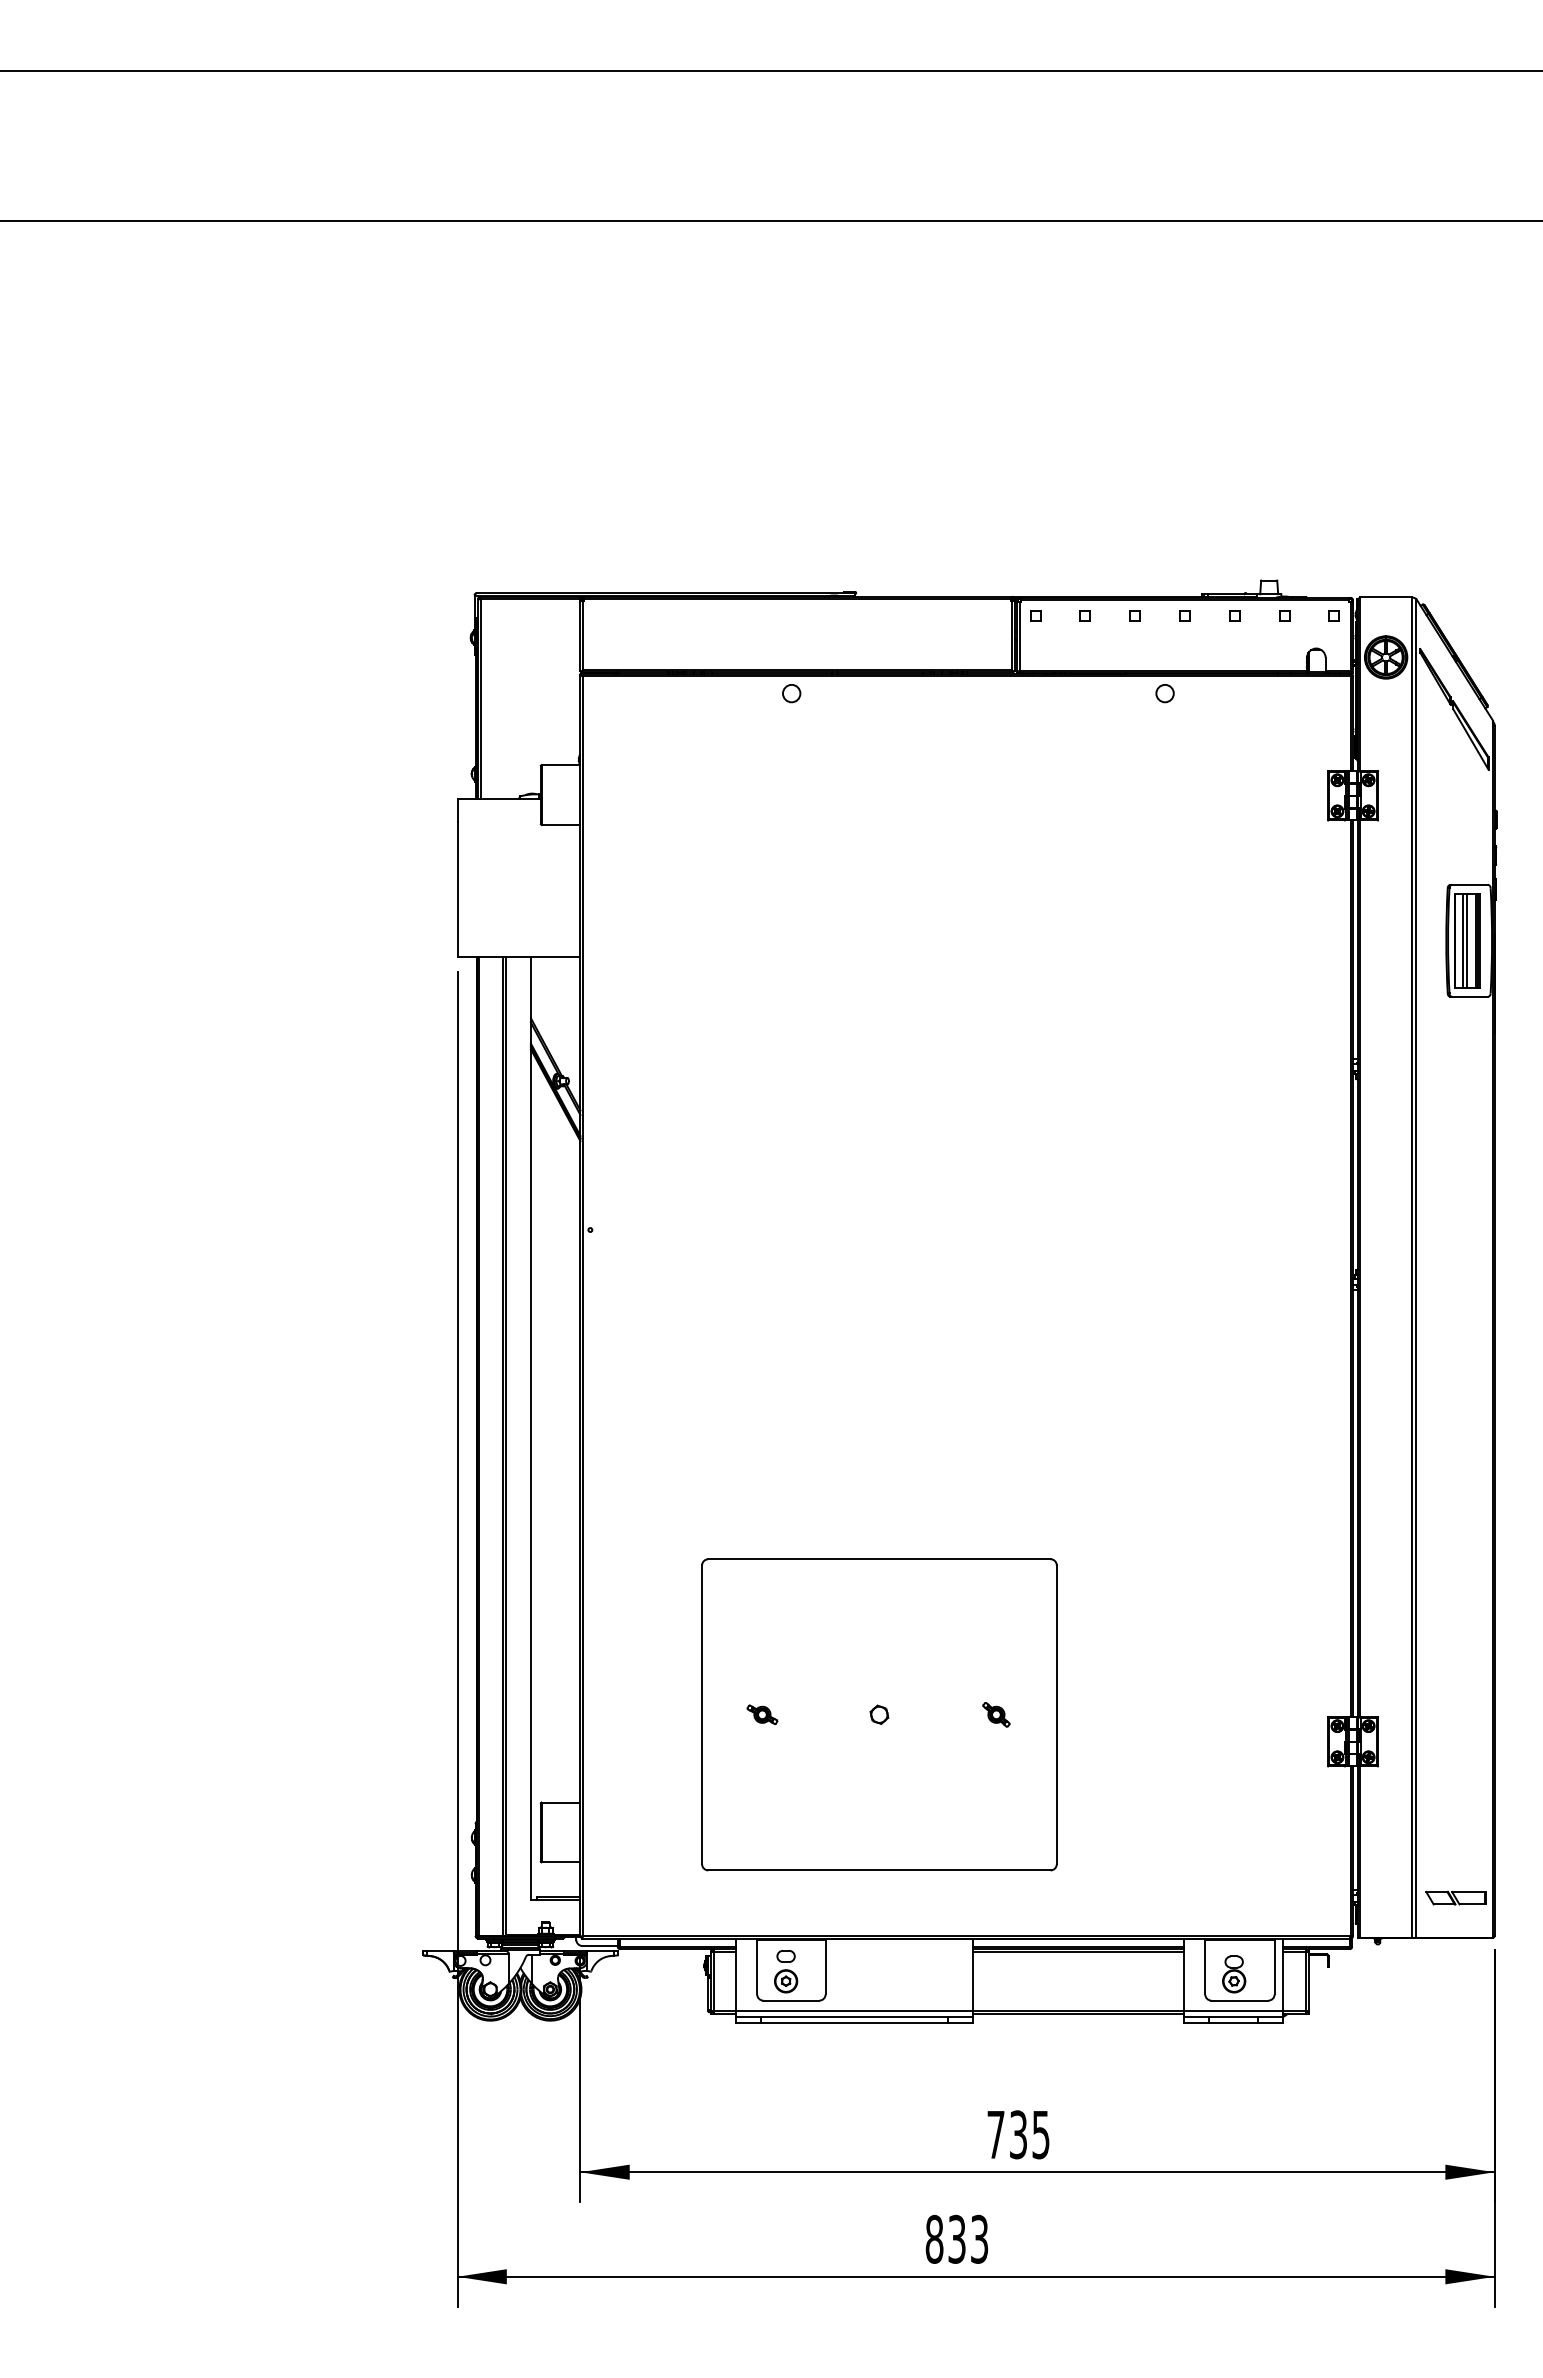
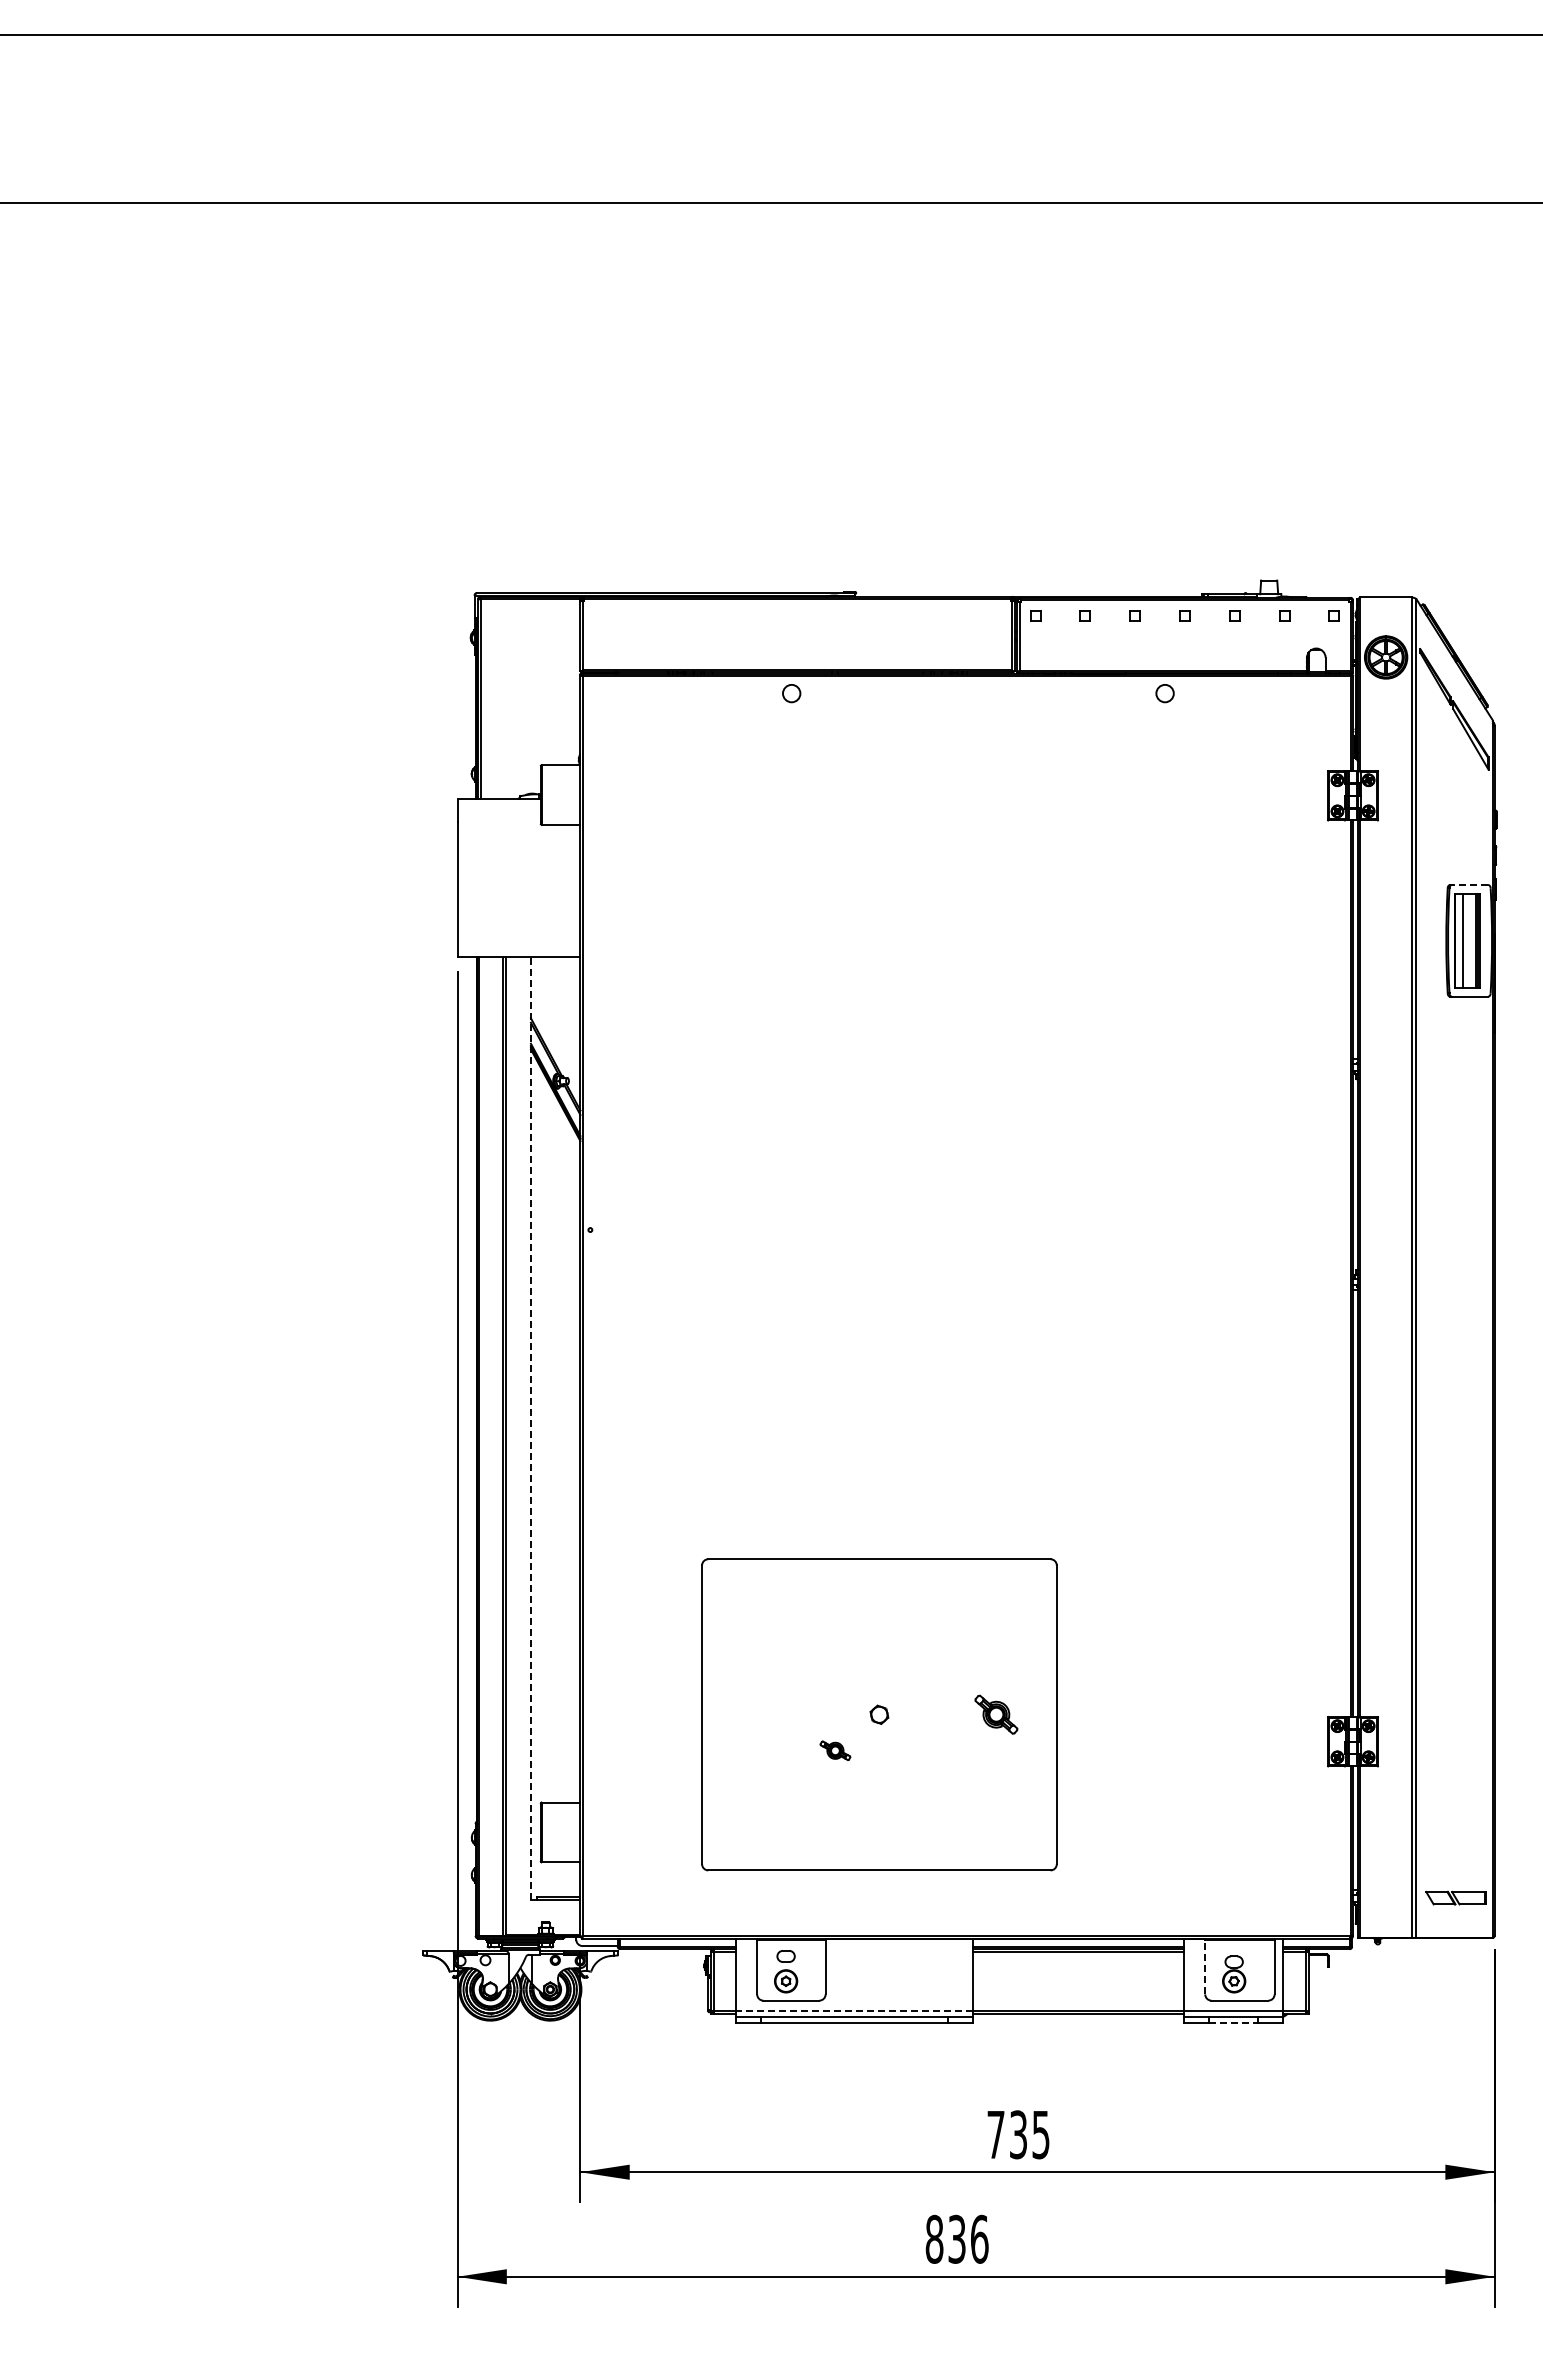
line at (770, 71) position: (770, 71) -> (770, 35)
line at (770, 220) position: (770, 220) -> (770, 202)
line at (1470, 884): solid -> dashed
line at (1467, 940): present -> none
line at (530, 1428): solid -> dashed
part at (762, 1714) position: (762, 1714) -> (835, 1750)
part at (996, 1714) size: 29x26 px -> 45x41 px
line at (1205, 1966): solid -> dashed
line at (854, 2011): solid -> dashed
line at (1234, 2022): solid -> dashed
text at (979, 2238): 833 -> 836
